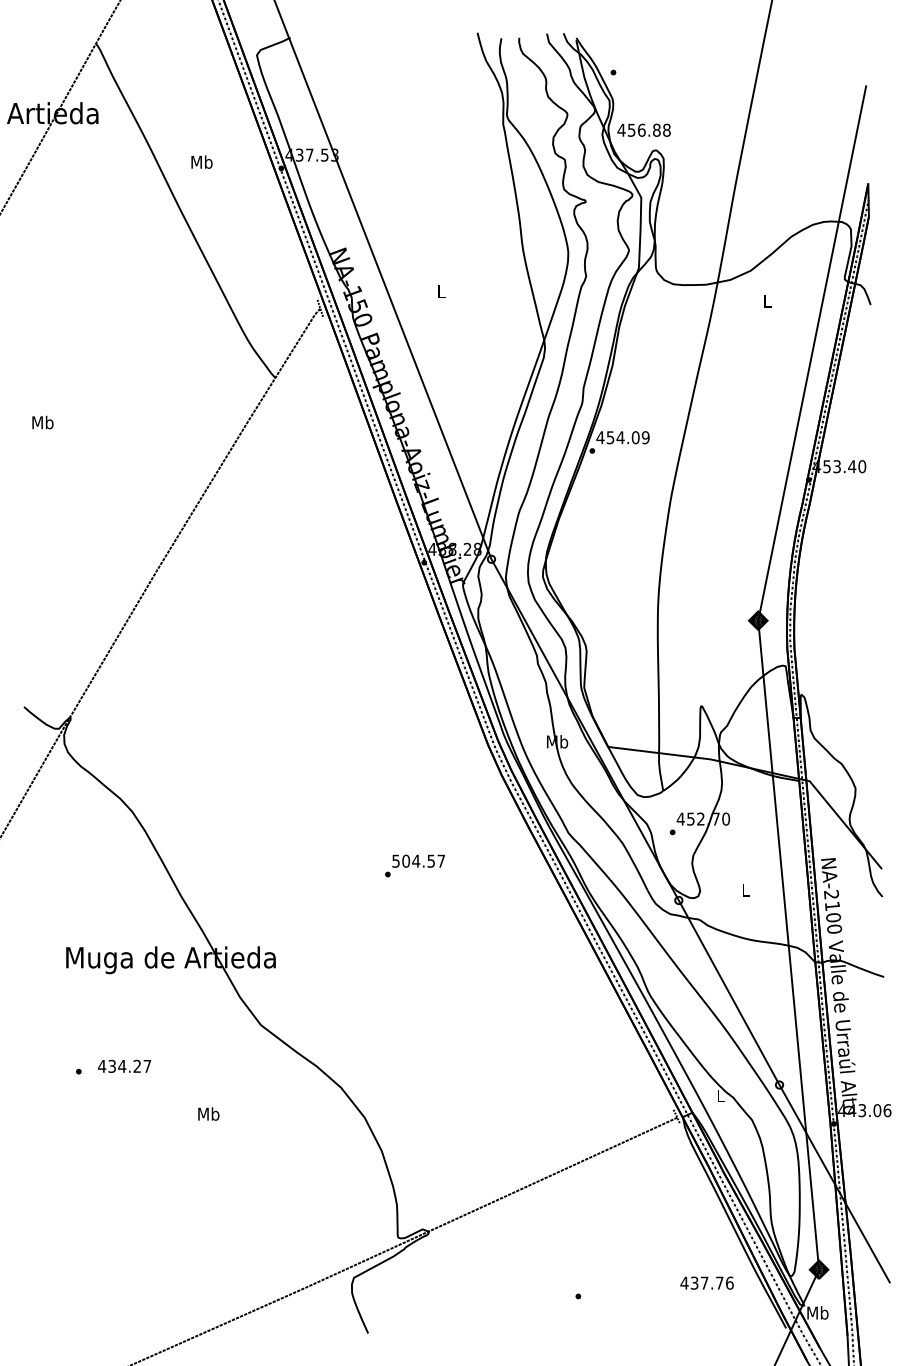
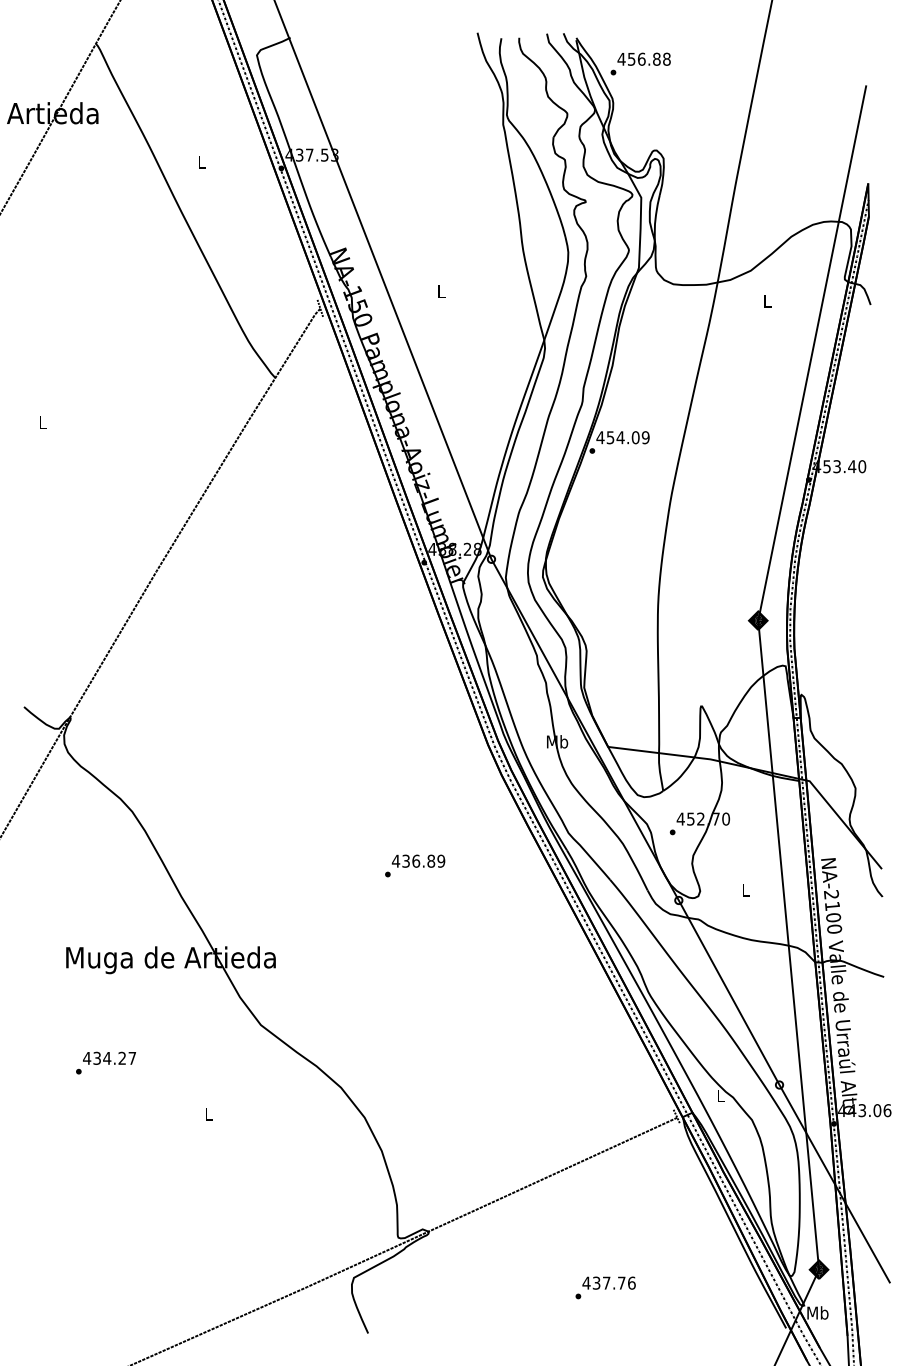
text at (643, 129) position: (643, 129) -> (643, 58)
text at (201, 161): Mb -> L
text at (42, 422): Mb -> L
text at (418, 860): 504.57 -> 436.89
text at (124, 1065) position: (124, 1065) -> (109, 1057)
text at (208, 1113): Mb -> L
text at (706, 1282) position: (706, 1282) -> (608, 1282)
